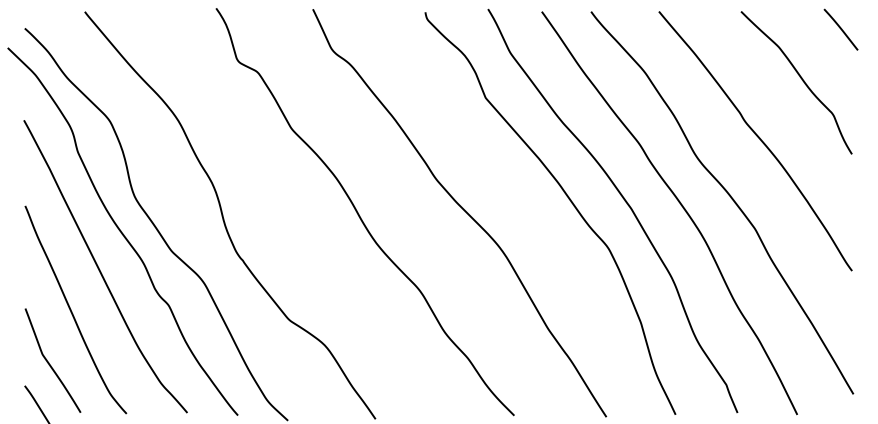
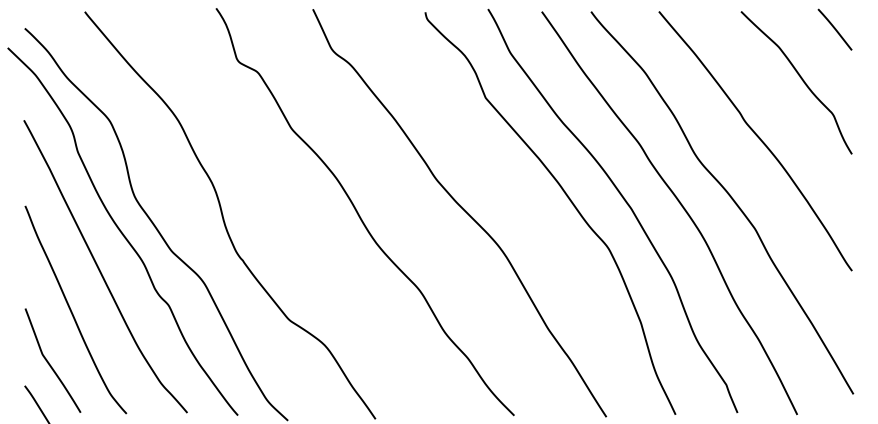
line at (840, 29) position: (840, 29) -> (834, 29)
